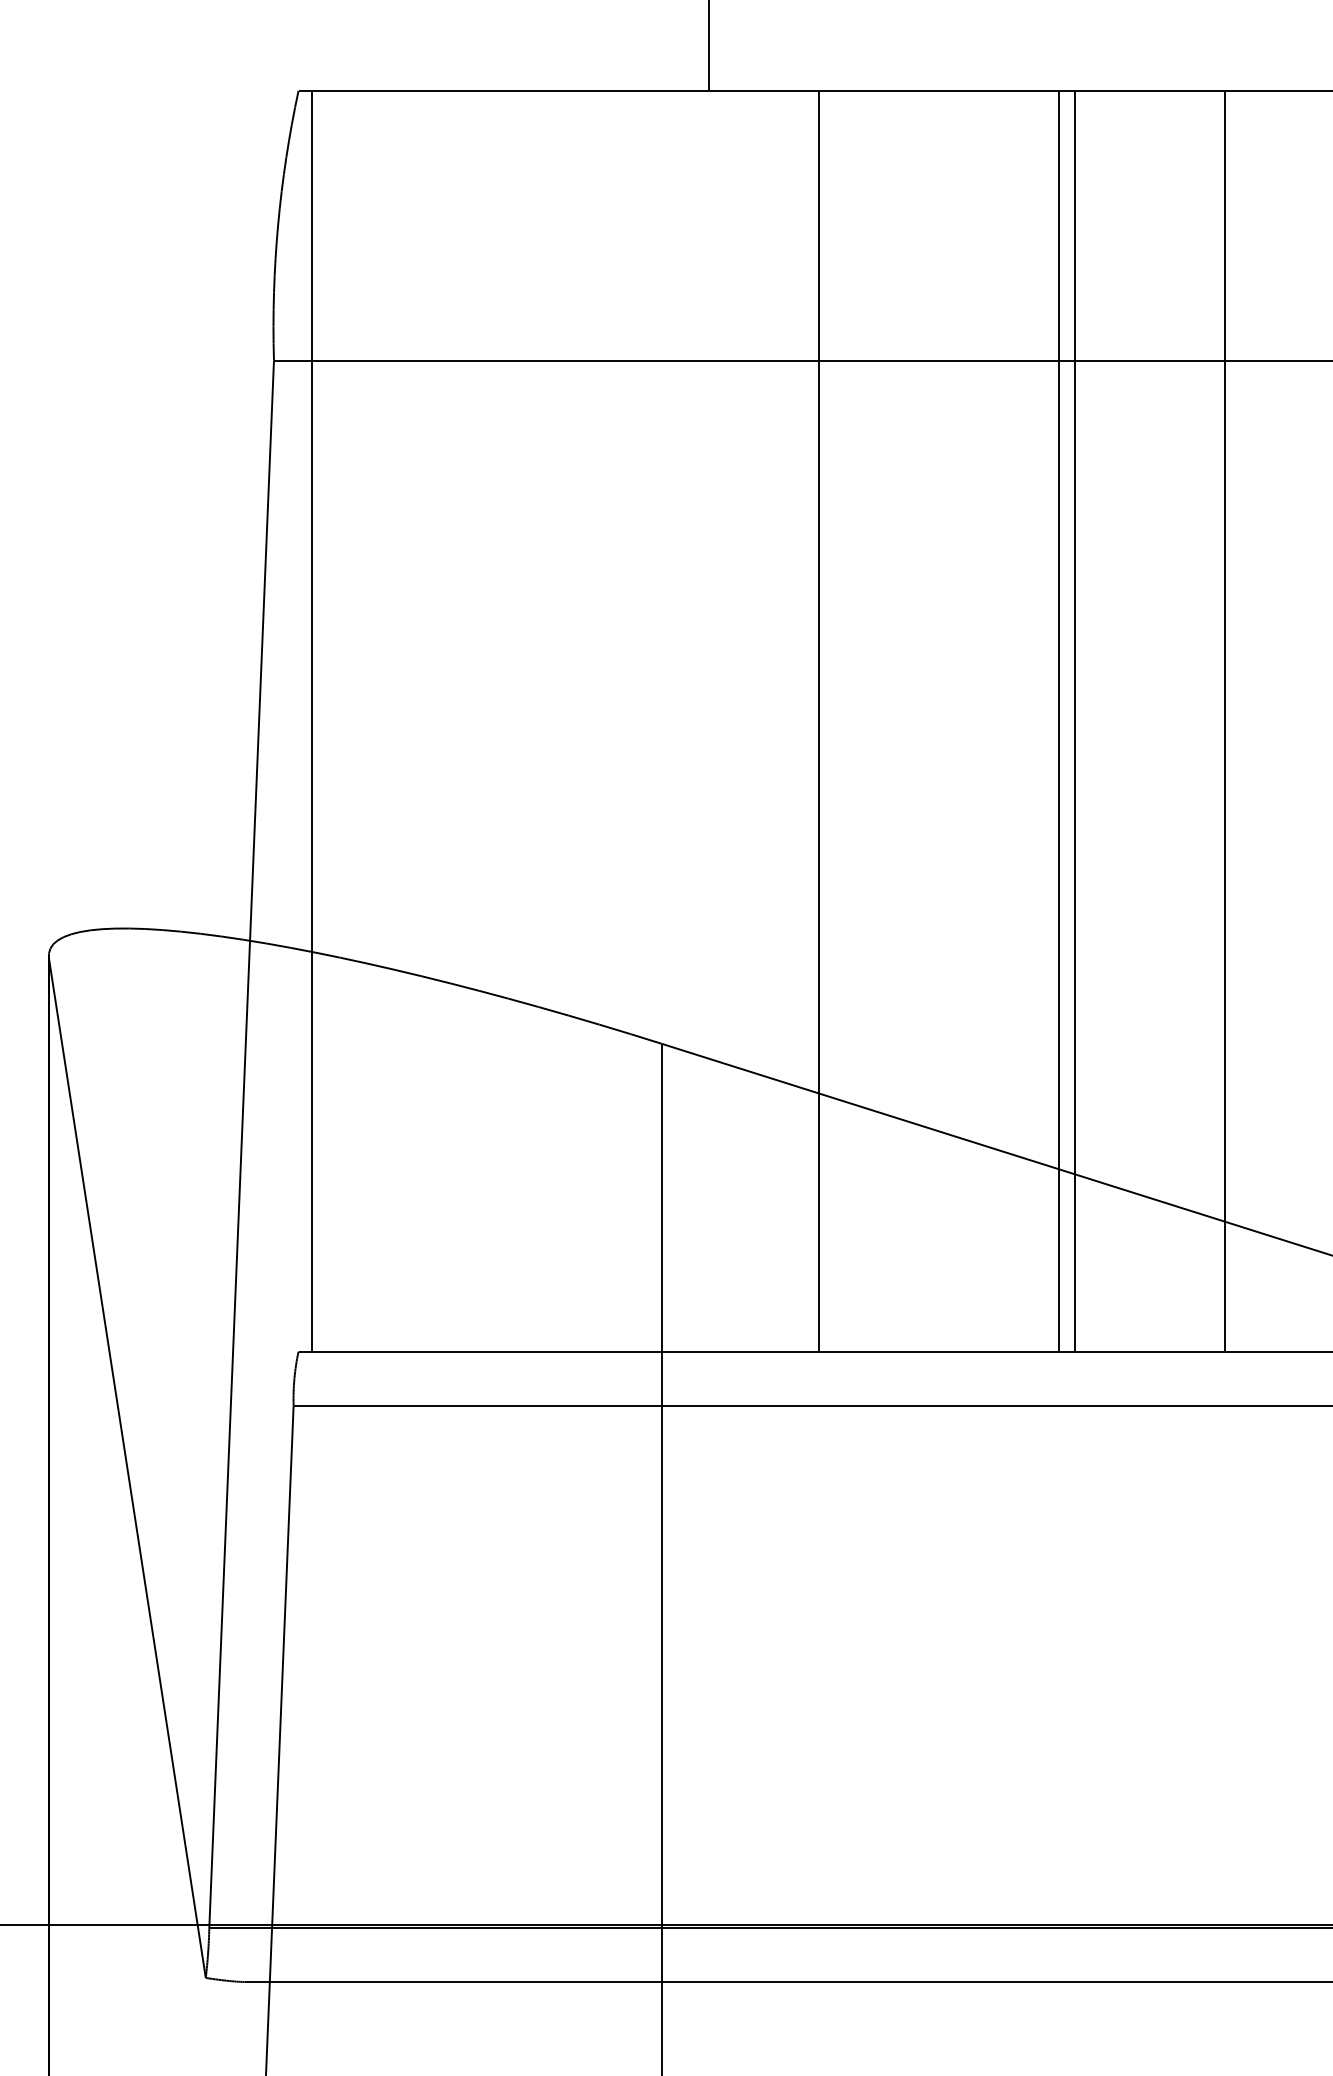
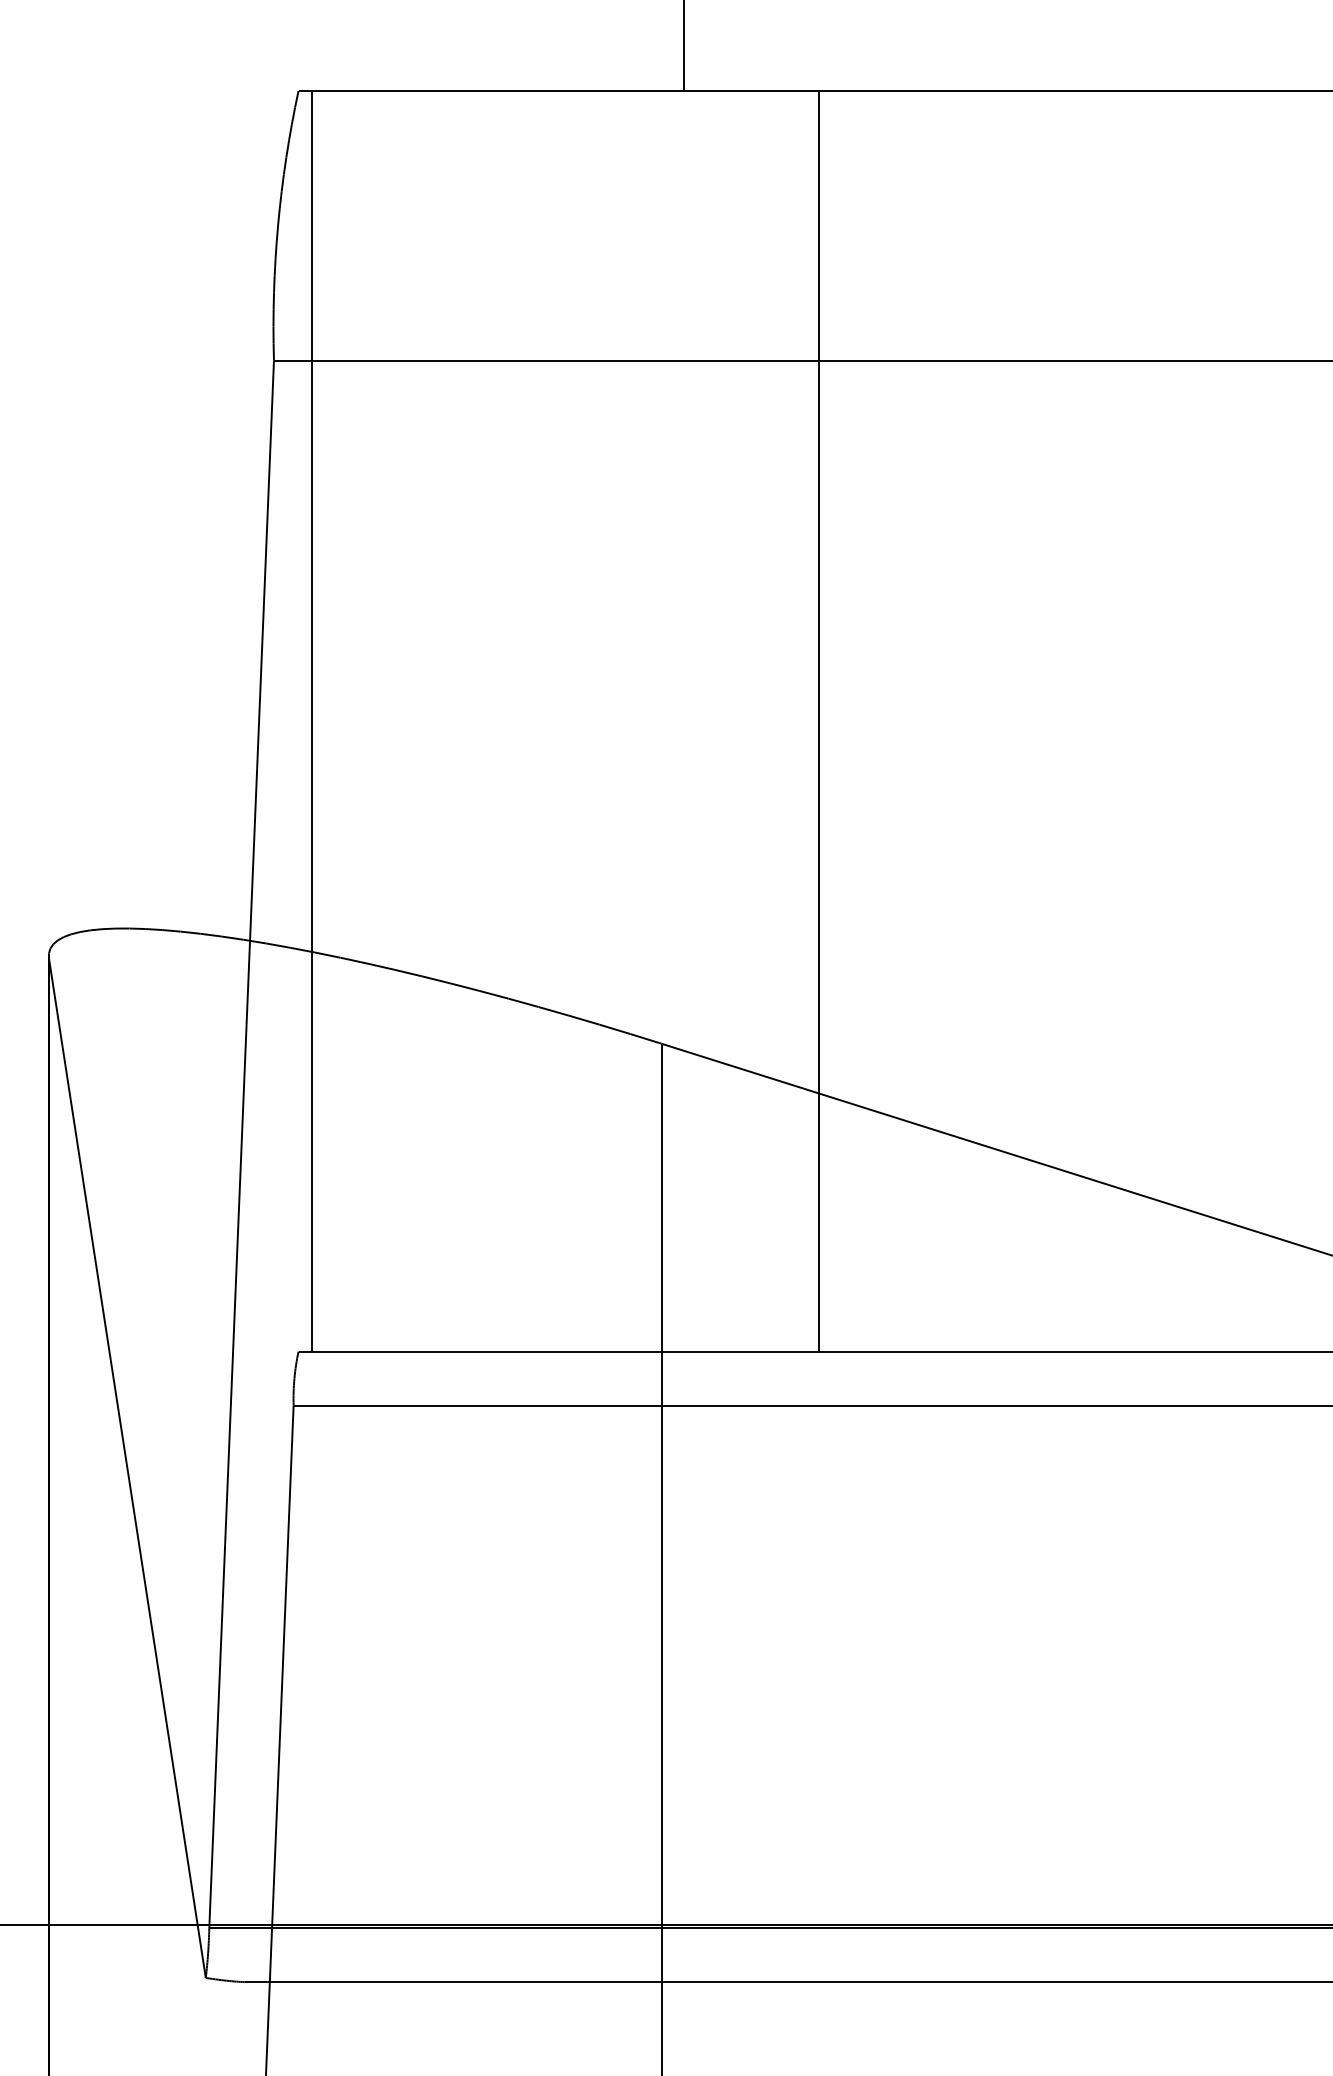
line at (709, 46) position: (709, 46) -> (684, 46)
line at (1058, 720): present -> none
line at (1075, 720): present -> none
line at (1225, 720): present -> none
